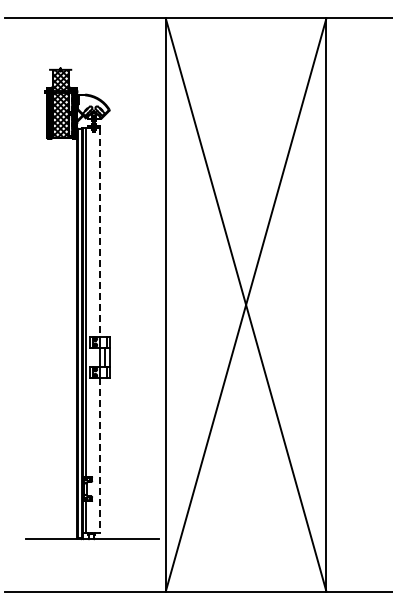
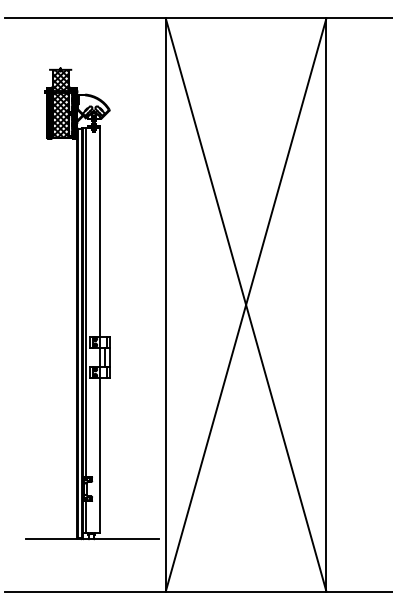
line at (100, 232): dashed -> solid
line at (100, 456): dashed -> solid
